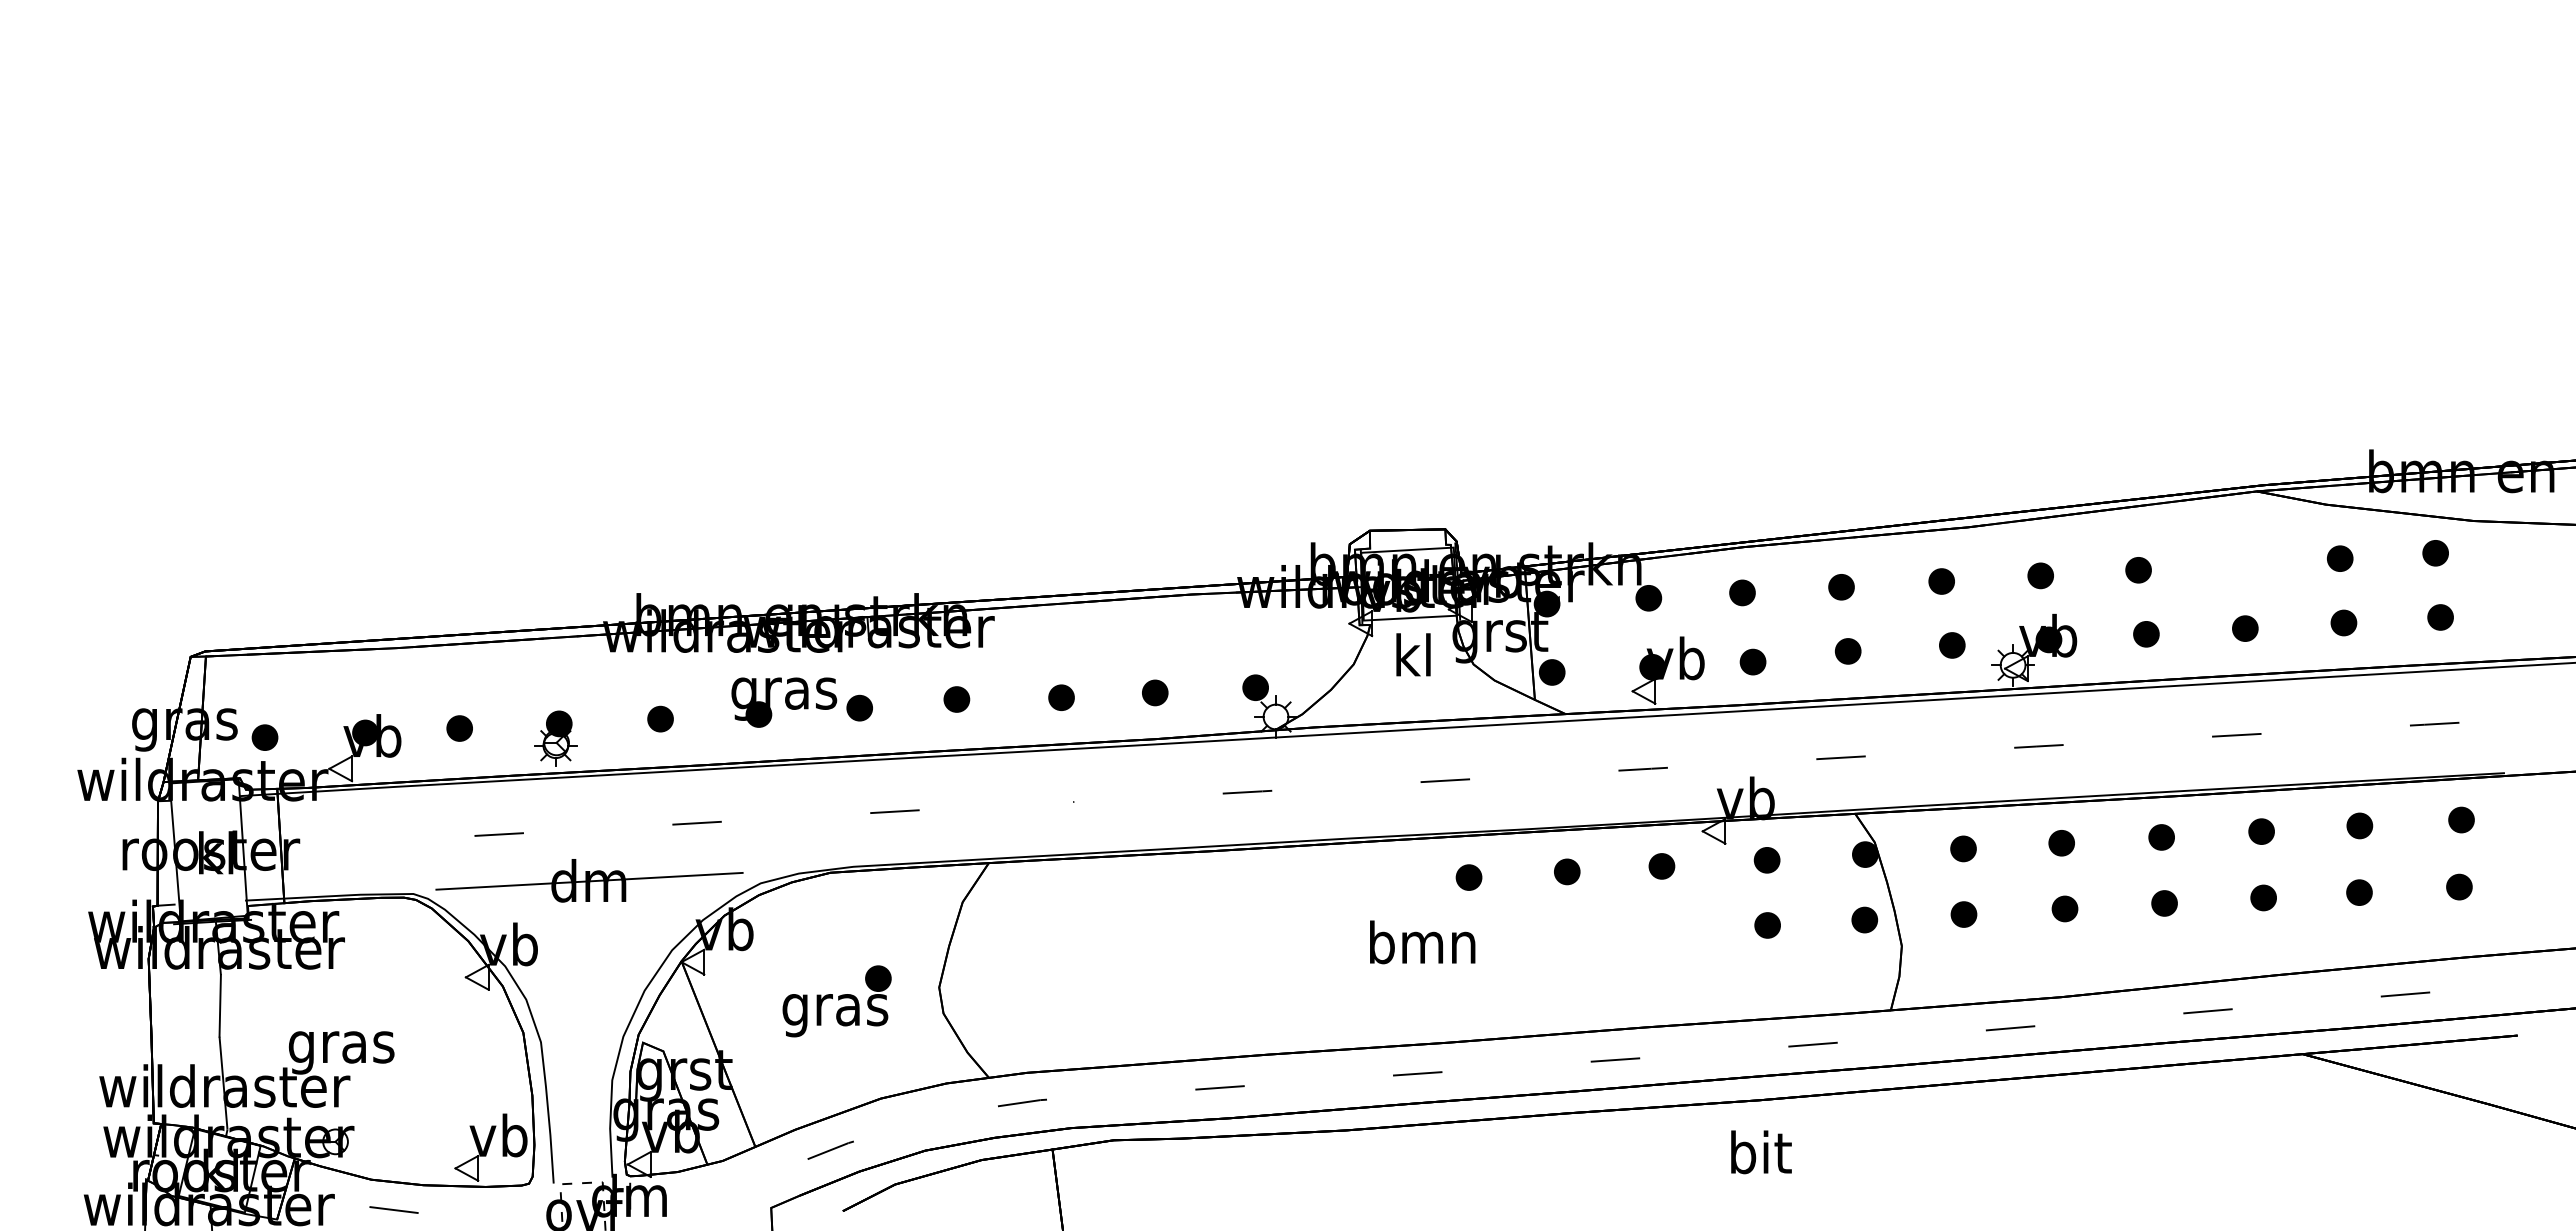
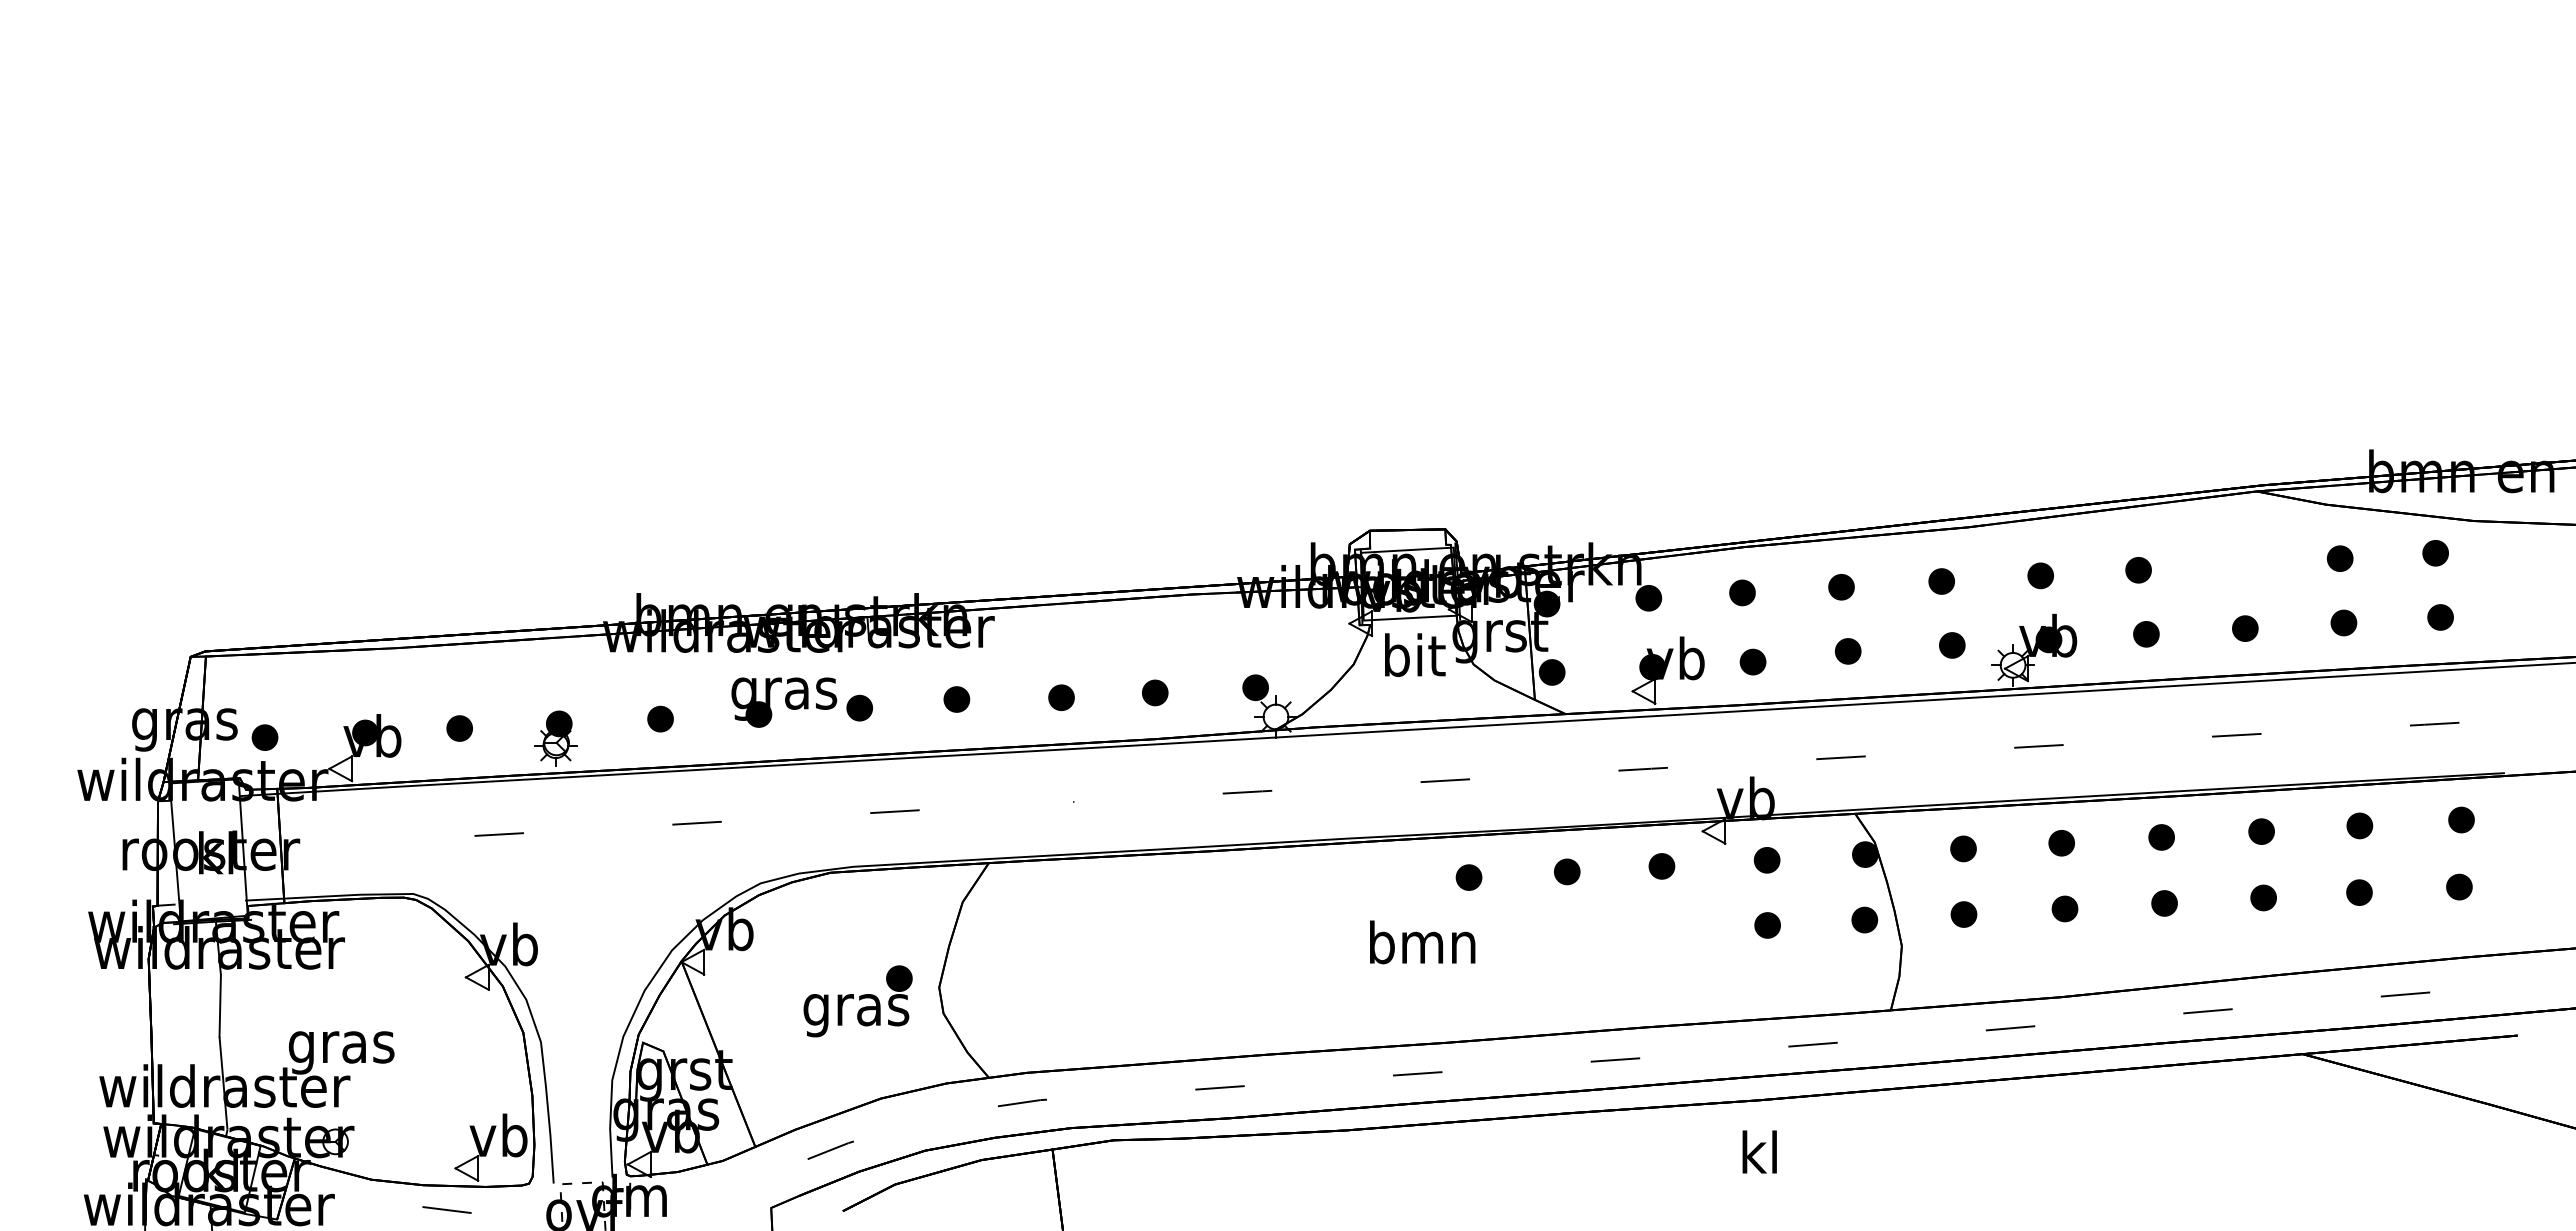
text at (1415, 654): kl -> bit
part at (589, 880): present -> none
part at (836, 1001) position: (836, 1001) -> (857, 1001)
text at (1761, 1152): bit -> kl
line at (393, 1209) position: (393, 1209) -> (446, 1209)
